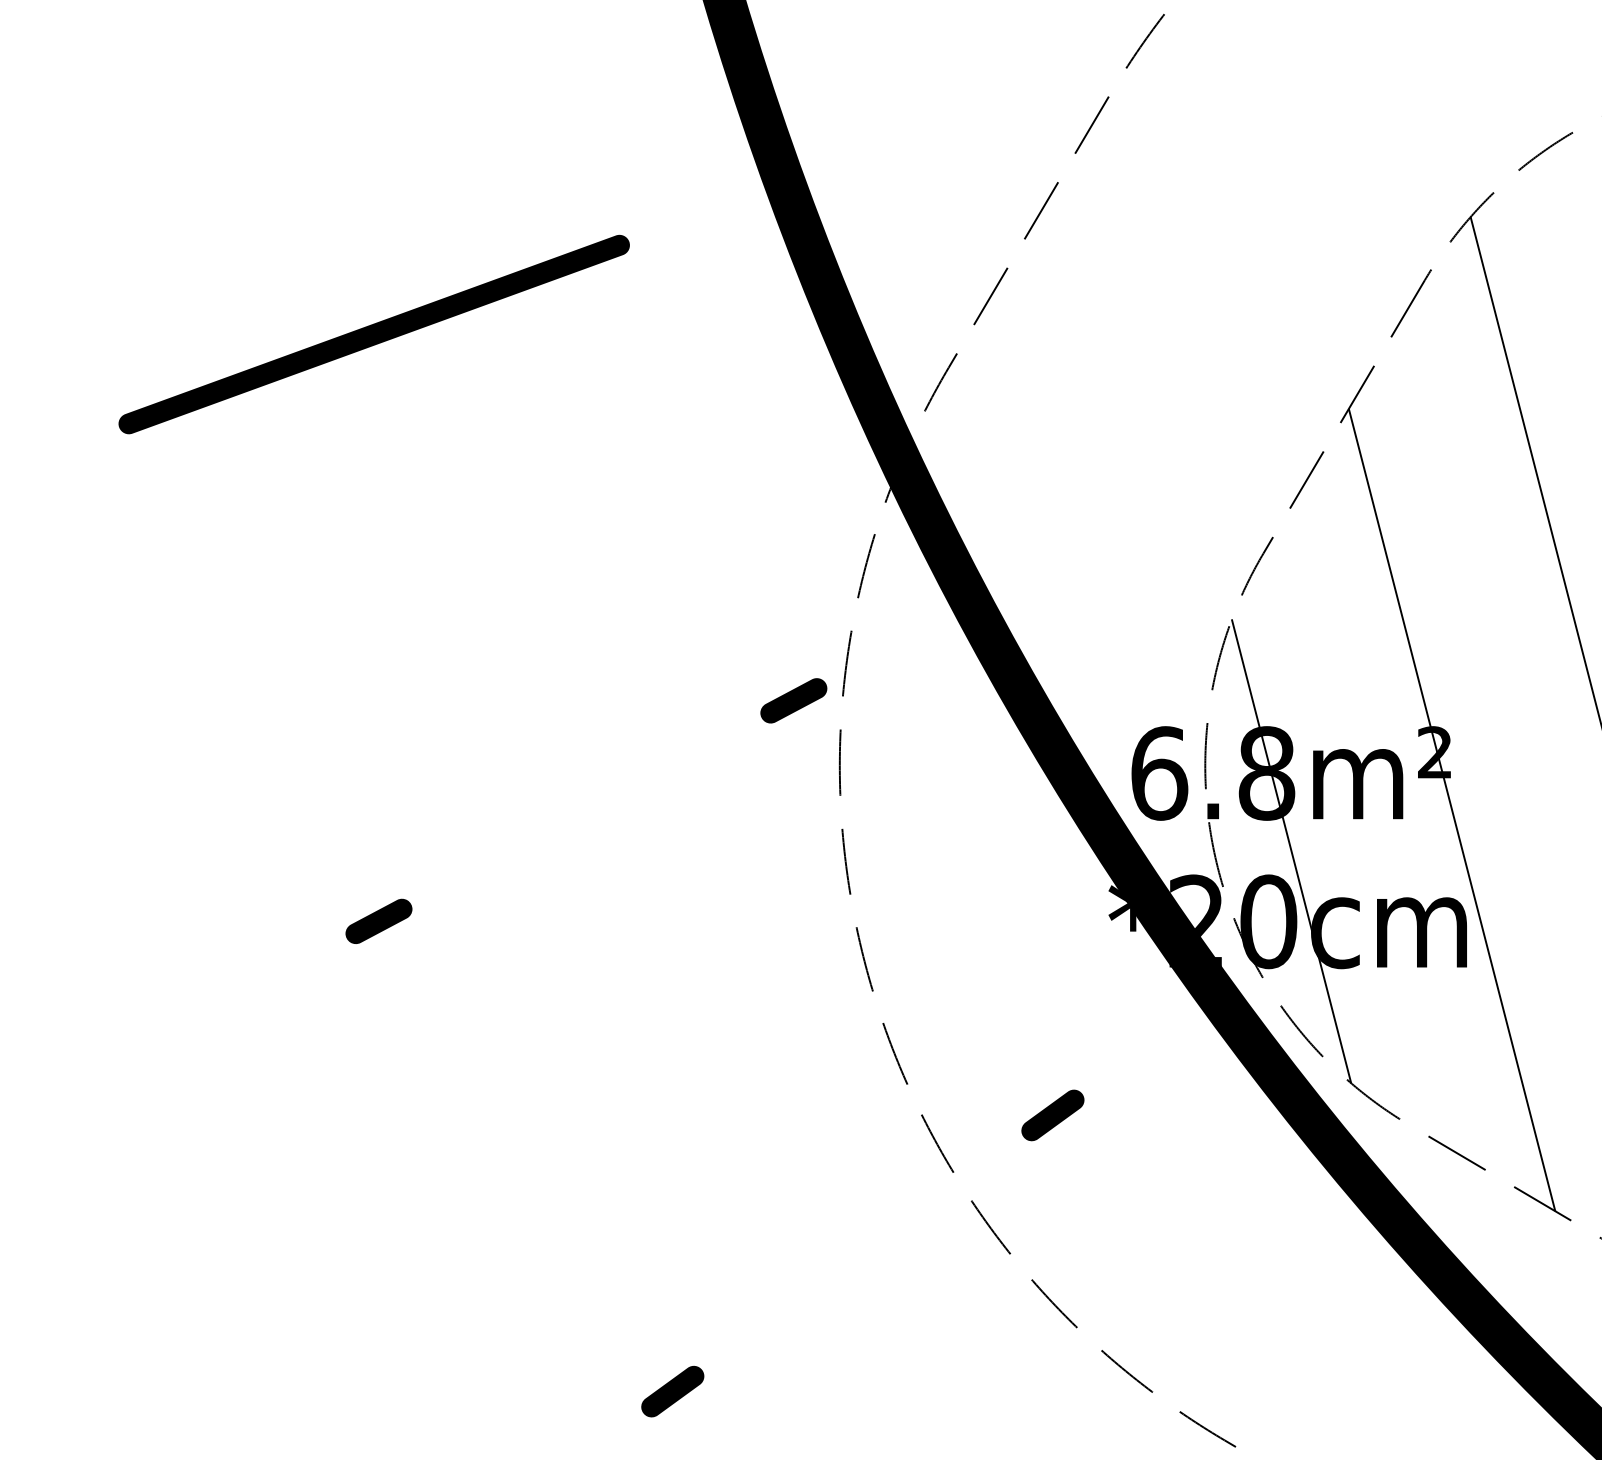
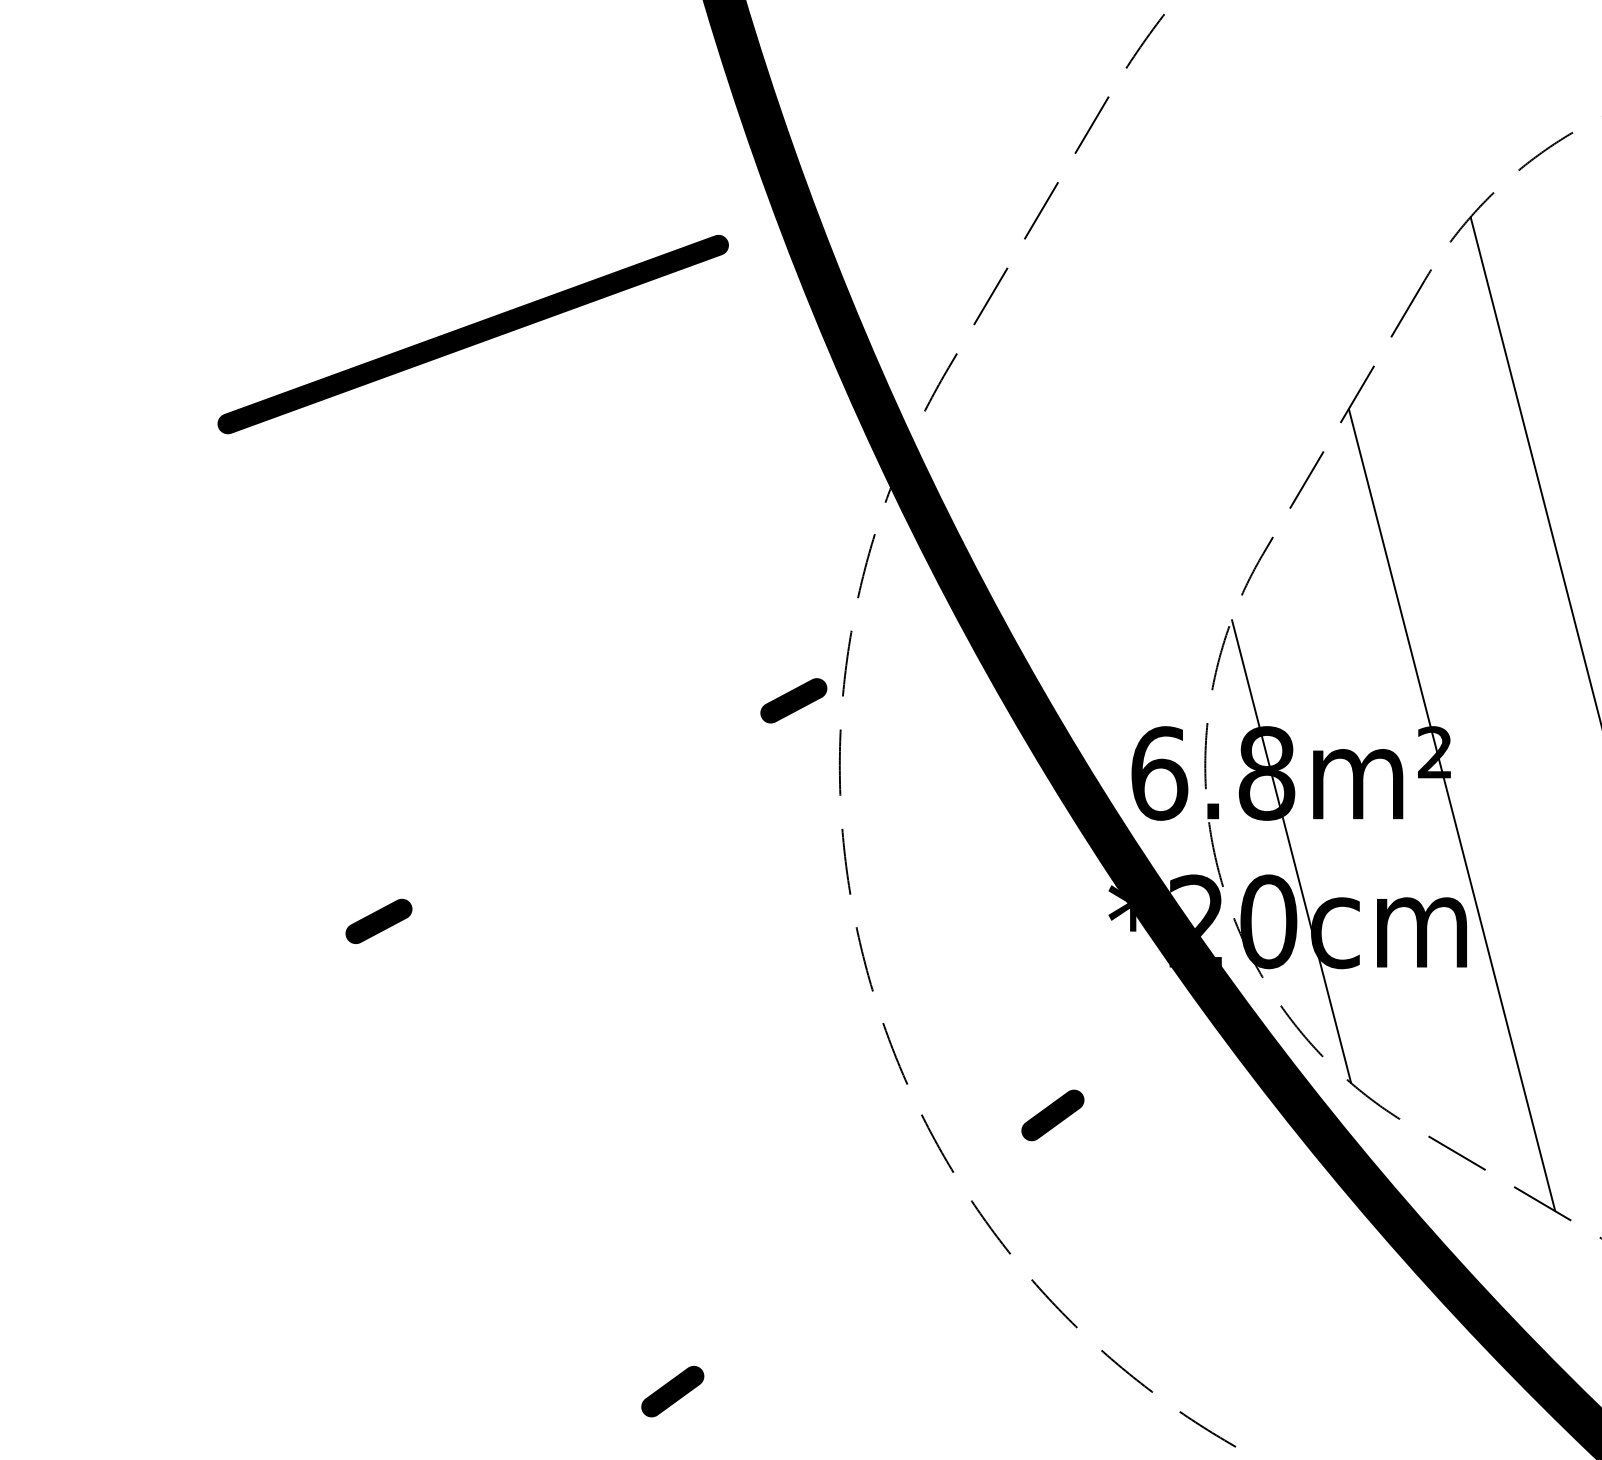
part at (373, 334) position: (373, 334) -> (472, 334)
